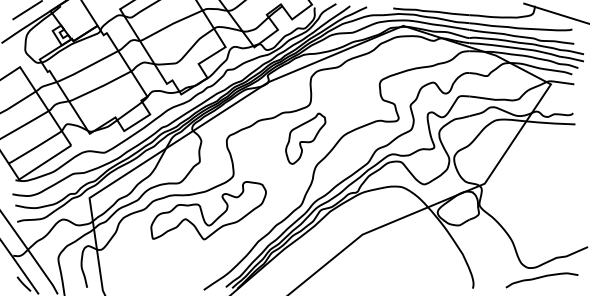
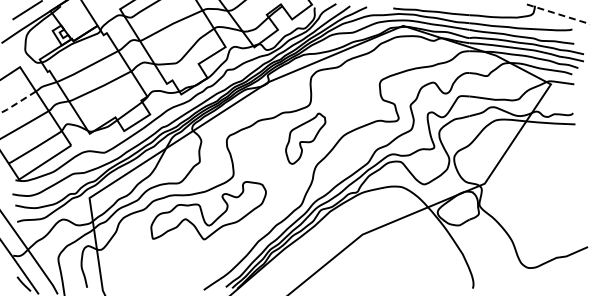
line at (555, 13): solid -> dashed
line at (17, 103): solid -> dashed
curve at (540, 278): present -> none
